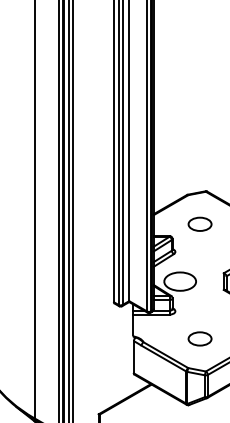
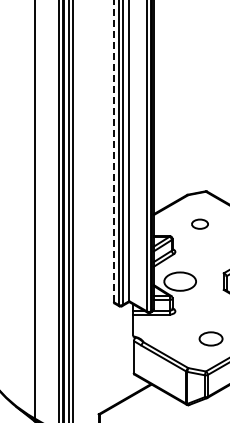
line at (114, 151): solid -> dashed
part at (199, 223) size: 26x16 px -> 18x12 px
part at (199, 338) position: (199, 338) -> (210, 338)
